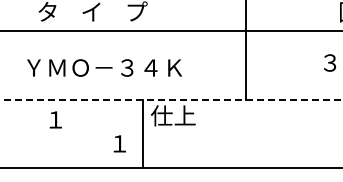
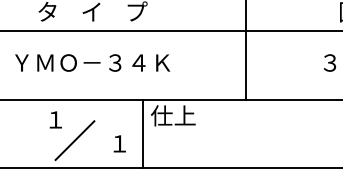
text at (104, 67) position: (104, 67) -> (92, 62)
line at (171, 99): dashed -> solid
line at (74, 140): none -> present
